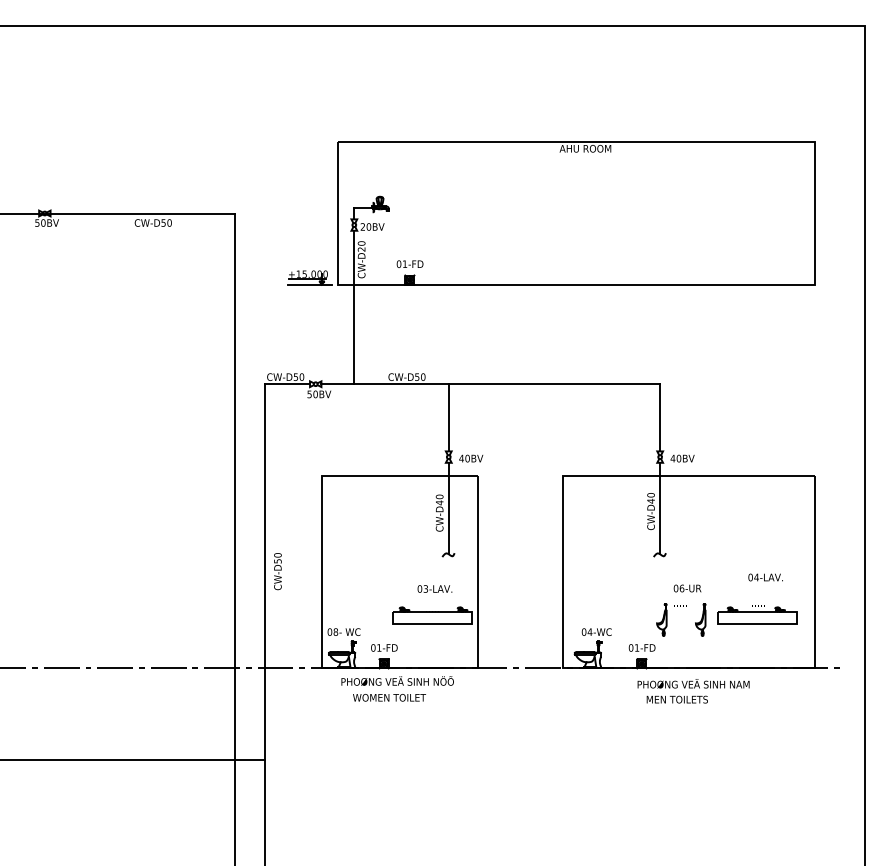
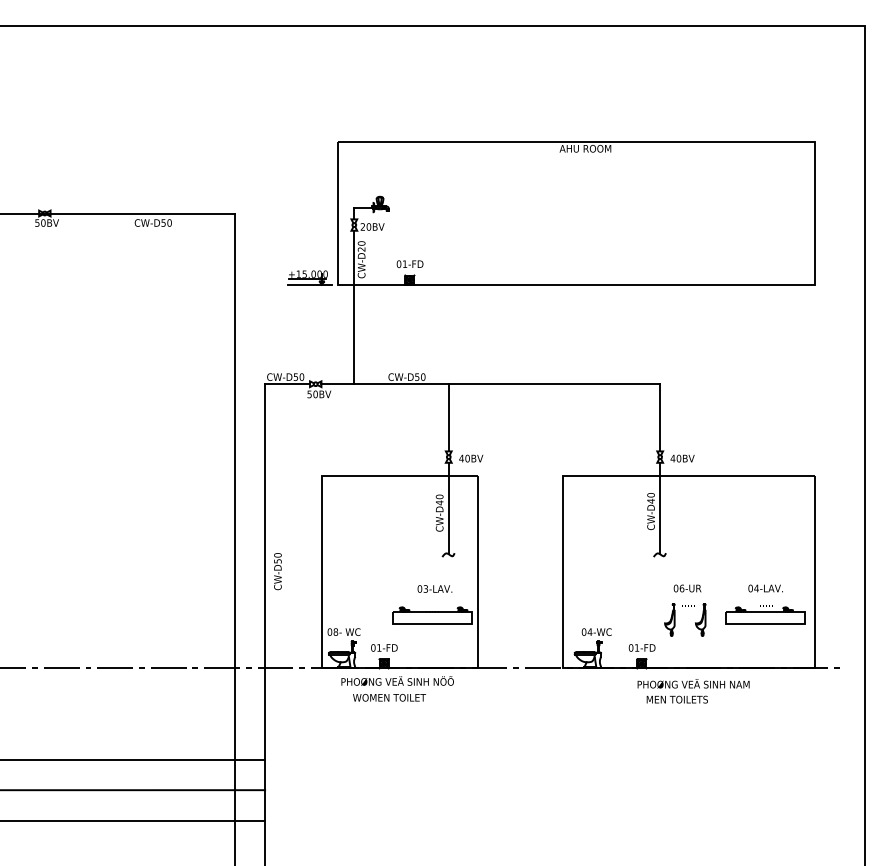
text at (765, 577) position: (765, 577) -> (765, 588)
part at (757, 614) position: (757, 614) -> (765, 614)
part at (671, 619) position: (671, 619) -> (679, 619)
line at (133, 790): none -> present
line at (133, 820): none -> present
